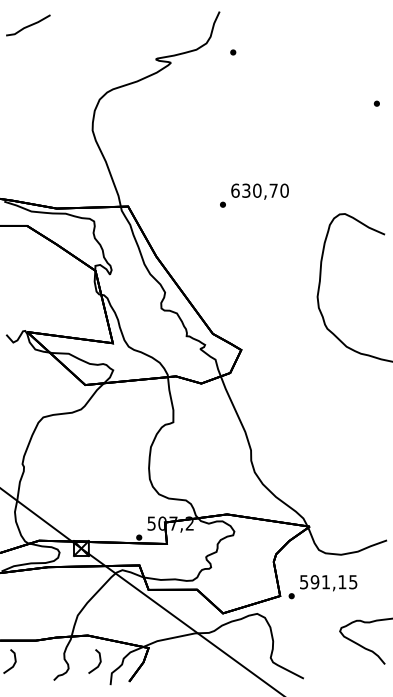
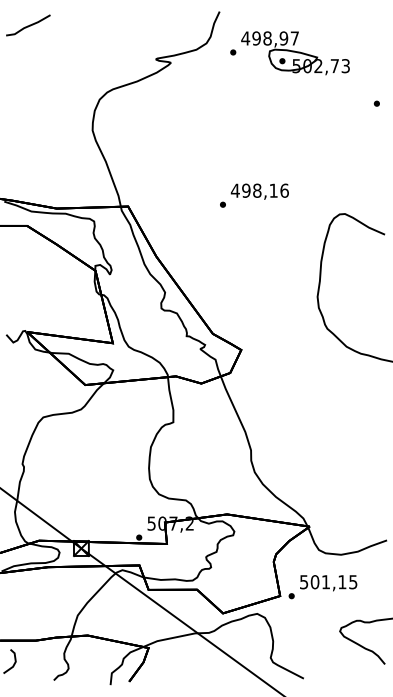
part at (295, 53): none -> present
text at (259, 190): 630,70 -> 498,16
text at (314, 582): 591,15 -> 501,15
line at (98, 663): present -> none
